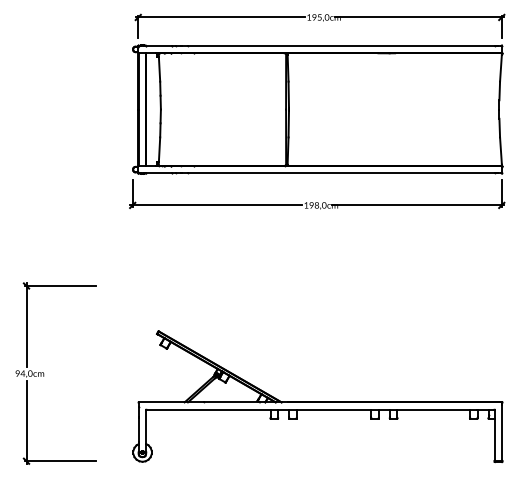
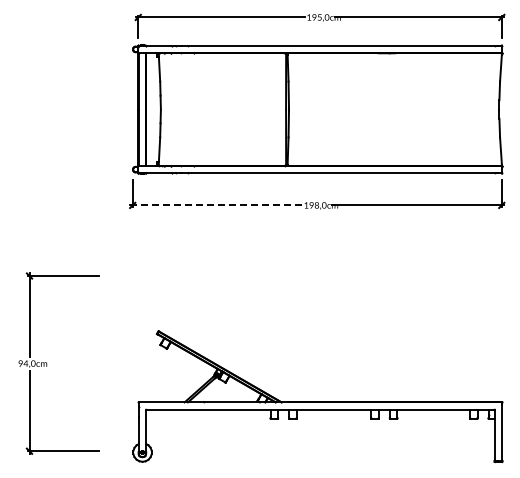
line at (217, 205): solid -> dashed
part at (44, 373) position: (44, 373) -> (47, 363)
